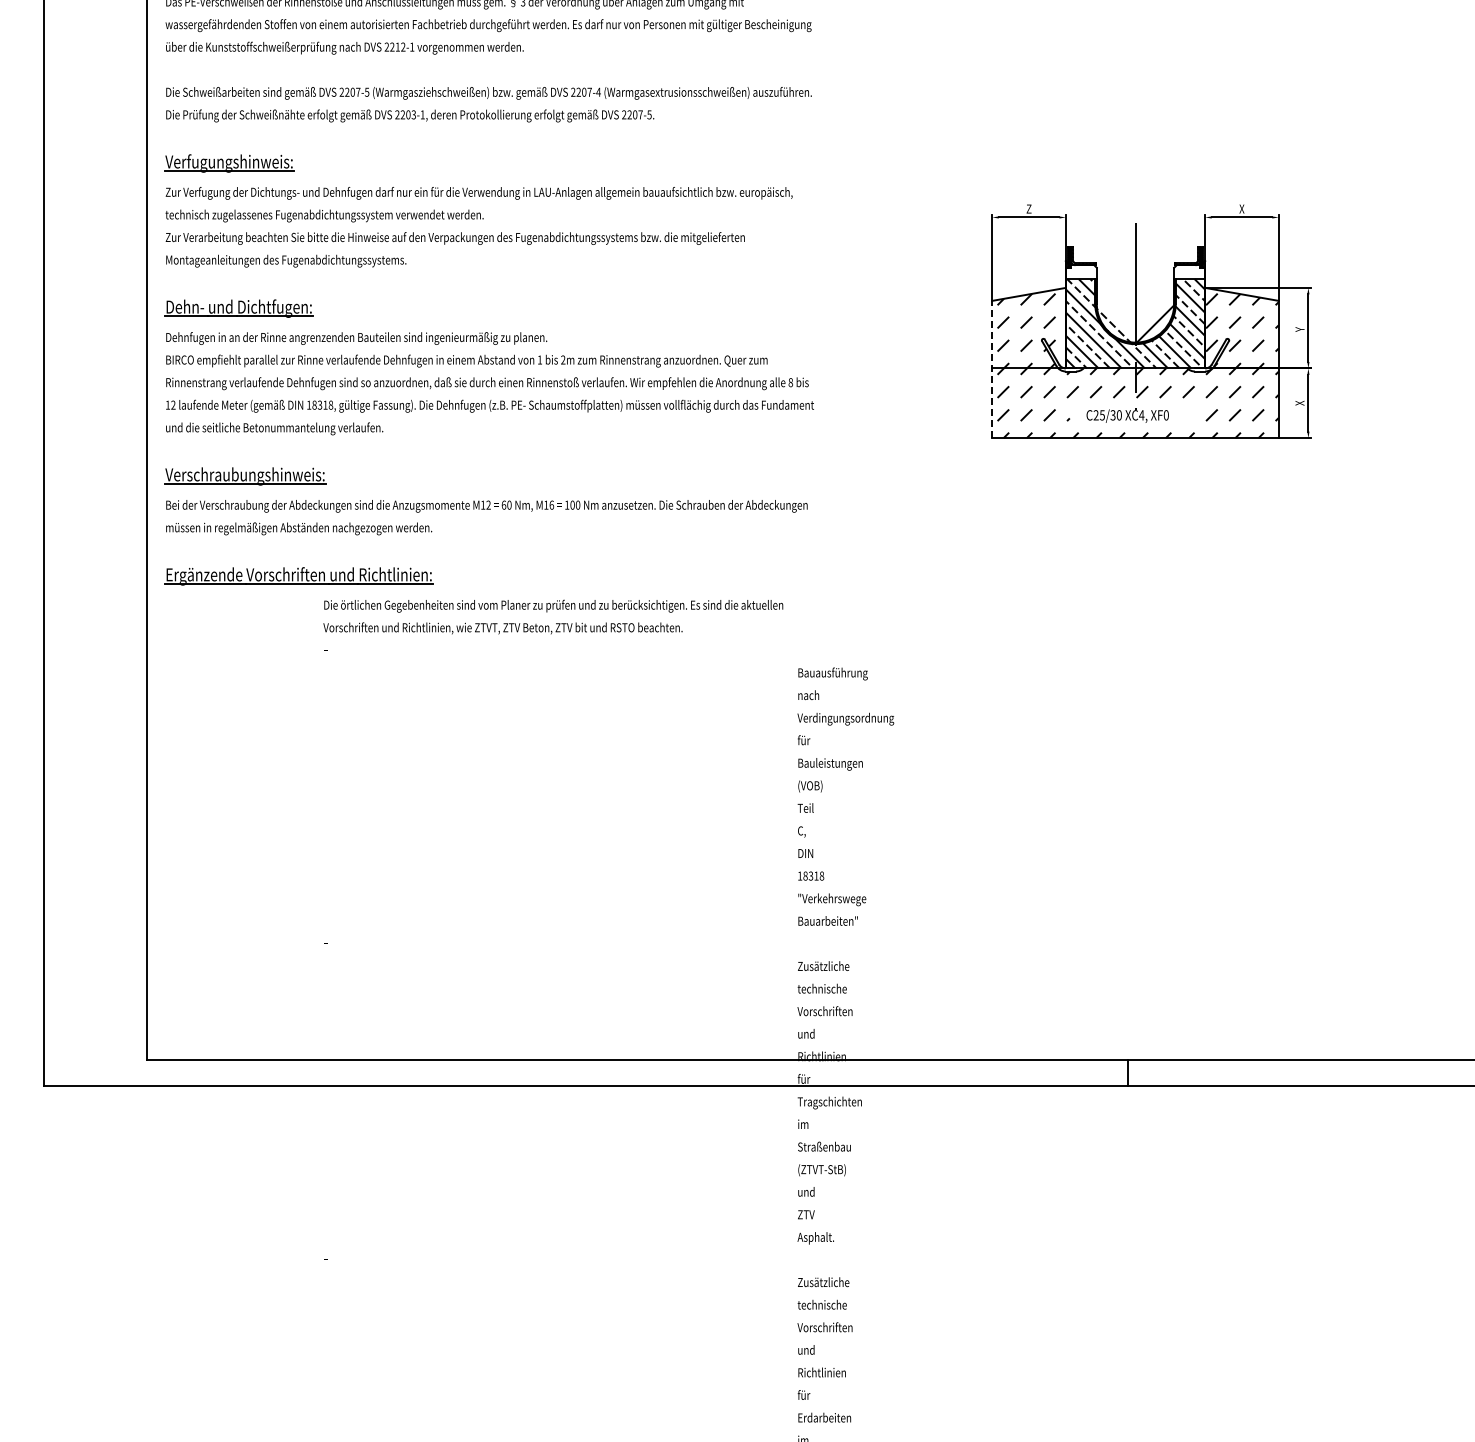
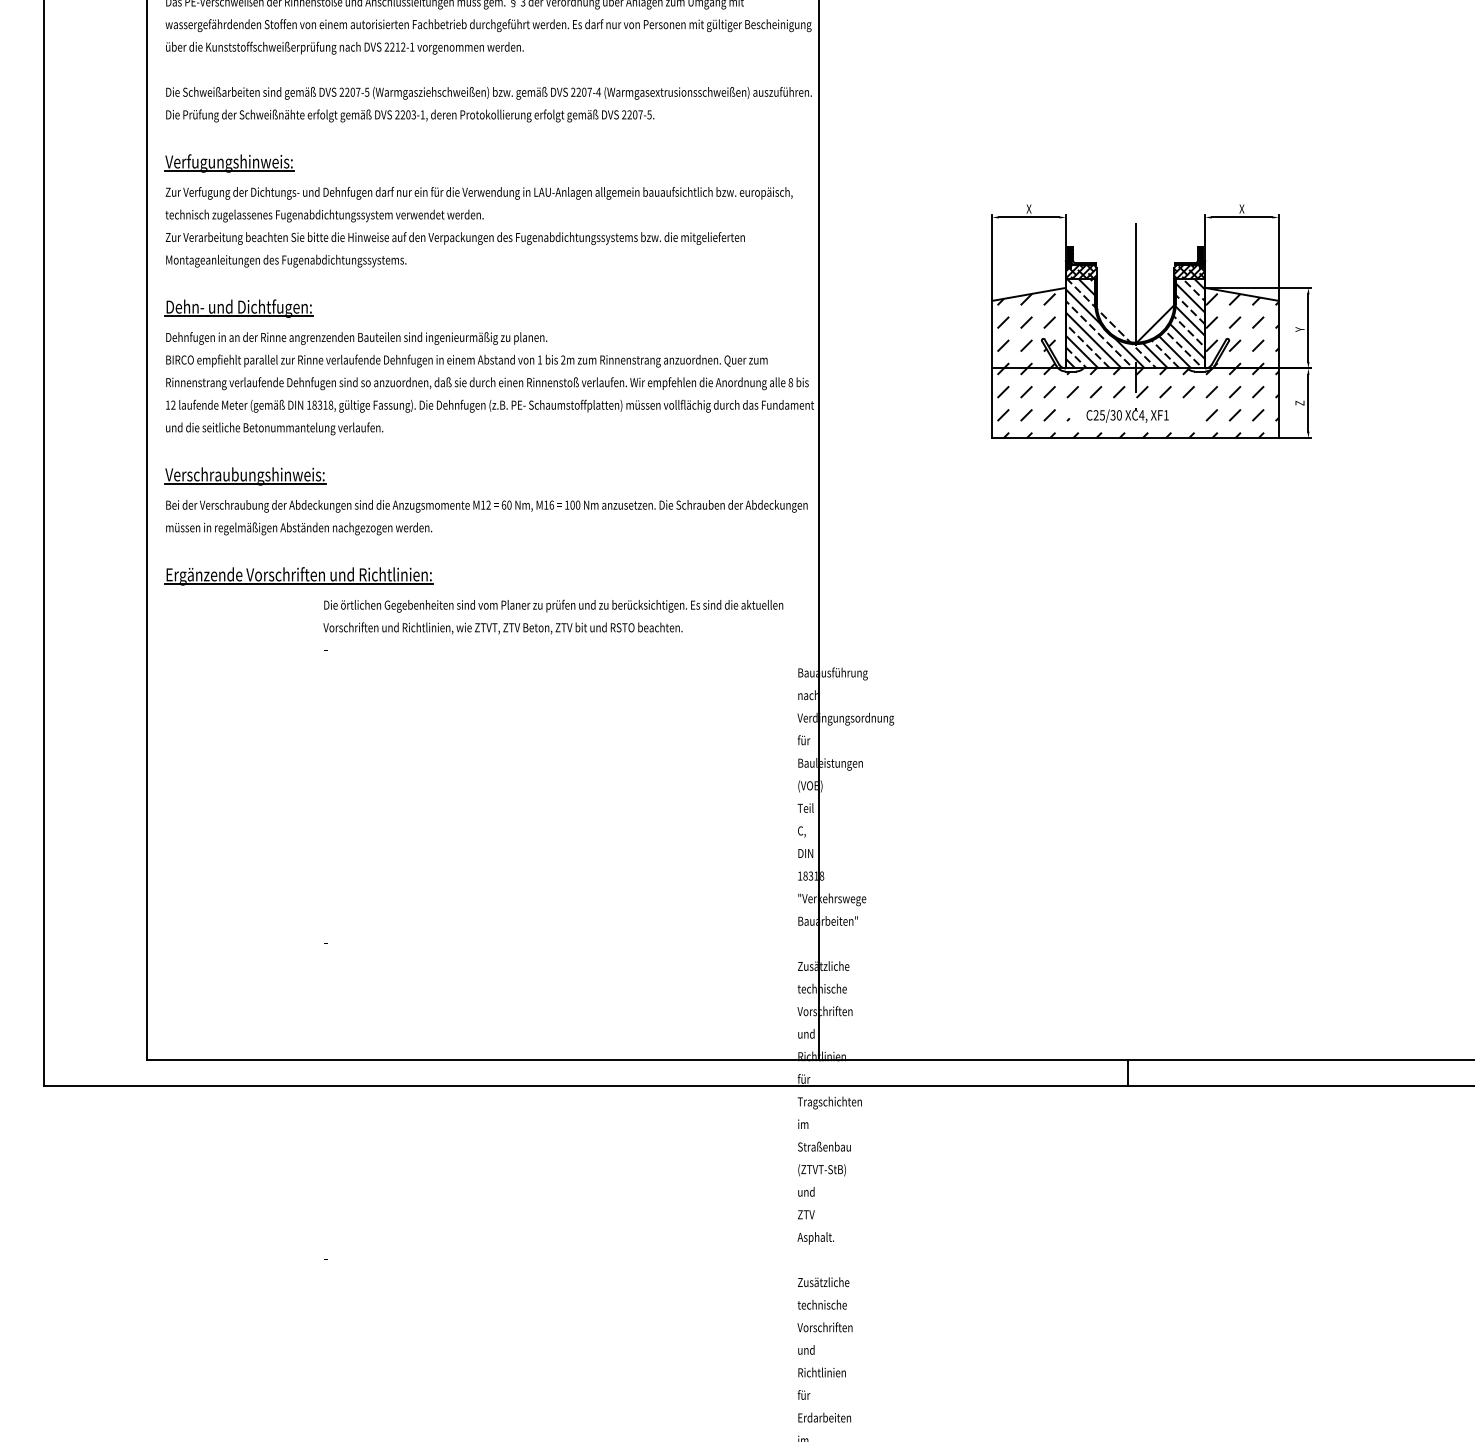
text at (1028, 208): Z -> X
hatch at (1080, 270): none -> present
hatch at (1189, 271): none -> present
line at (992, 369): dashed -> solid
text at (1299, 403): X -> Z
text at (1165, 415): XF0 -> XF1
line at (818, 530): none -> present
